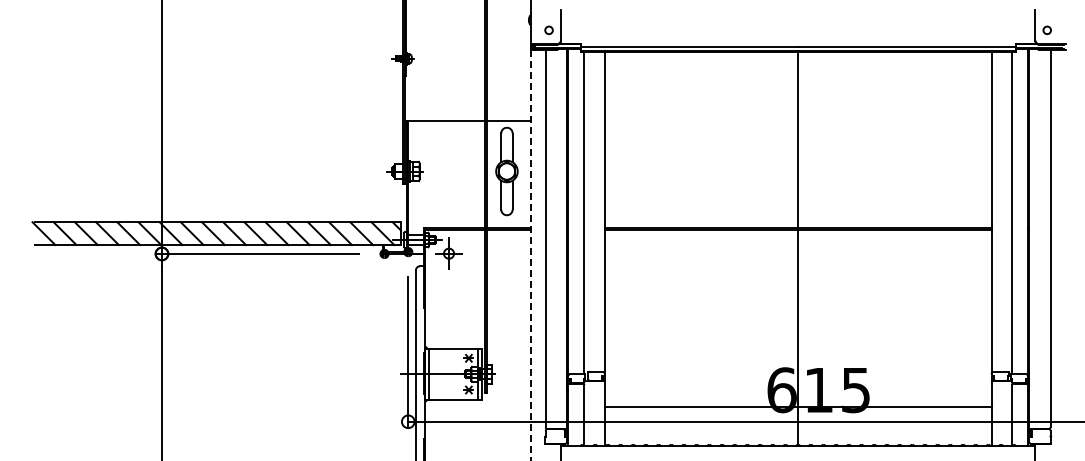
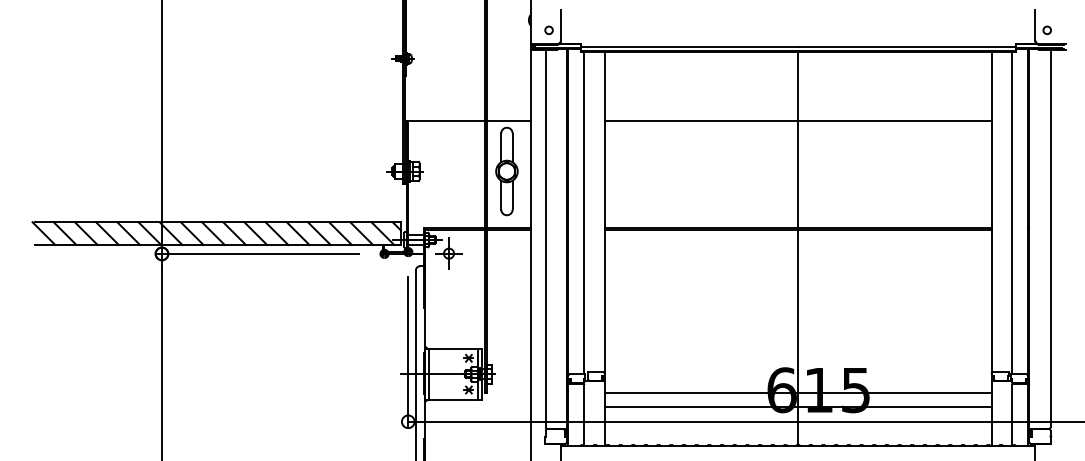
line at (797, 120): none -> present
line at (530, 255): dashed -> solid
line at (797, 393): none -> present
